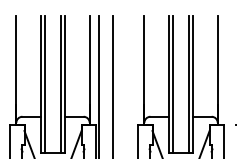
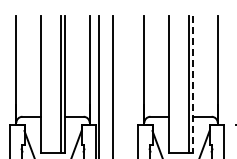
line at (44, 84): present -> none
line at (172, 84): present -> none
line at (193, 84): solid -> dashed
